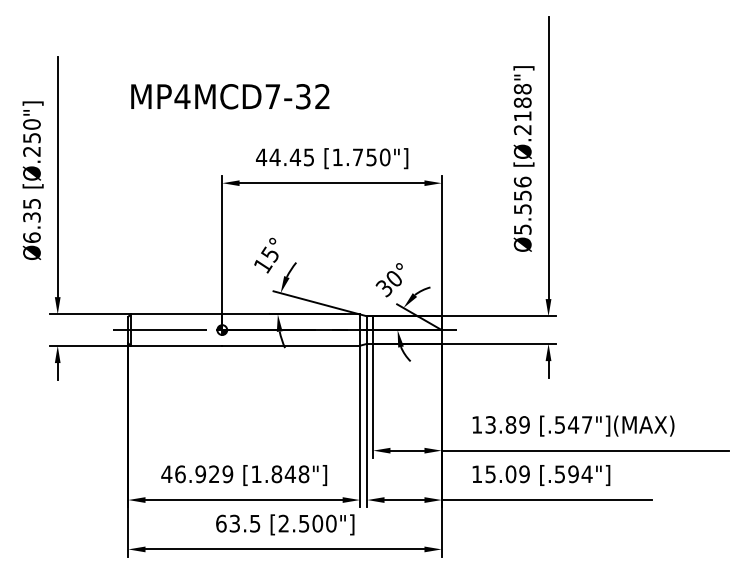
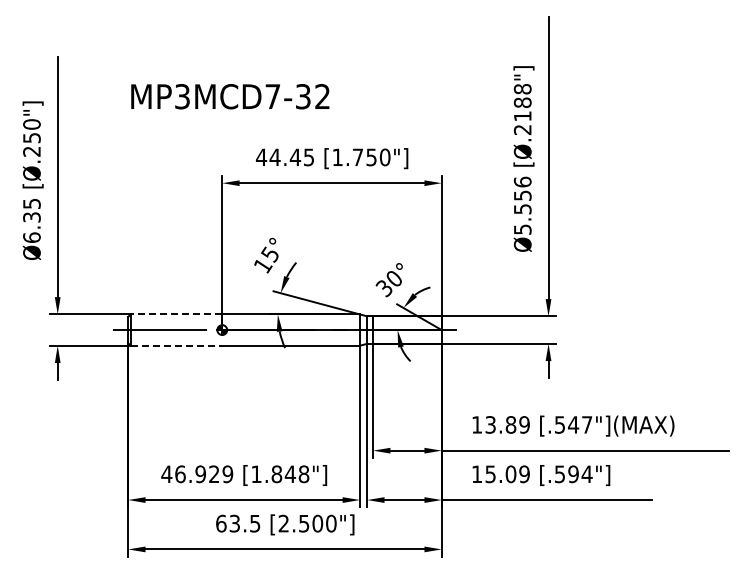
text at (182, 96): MP4MCD7-32 -> MP3MCD7-32
line at (176, 314): solid -> dashed
line at (176, 345): solid -> dashed
